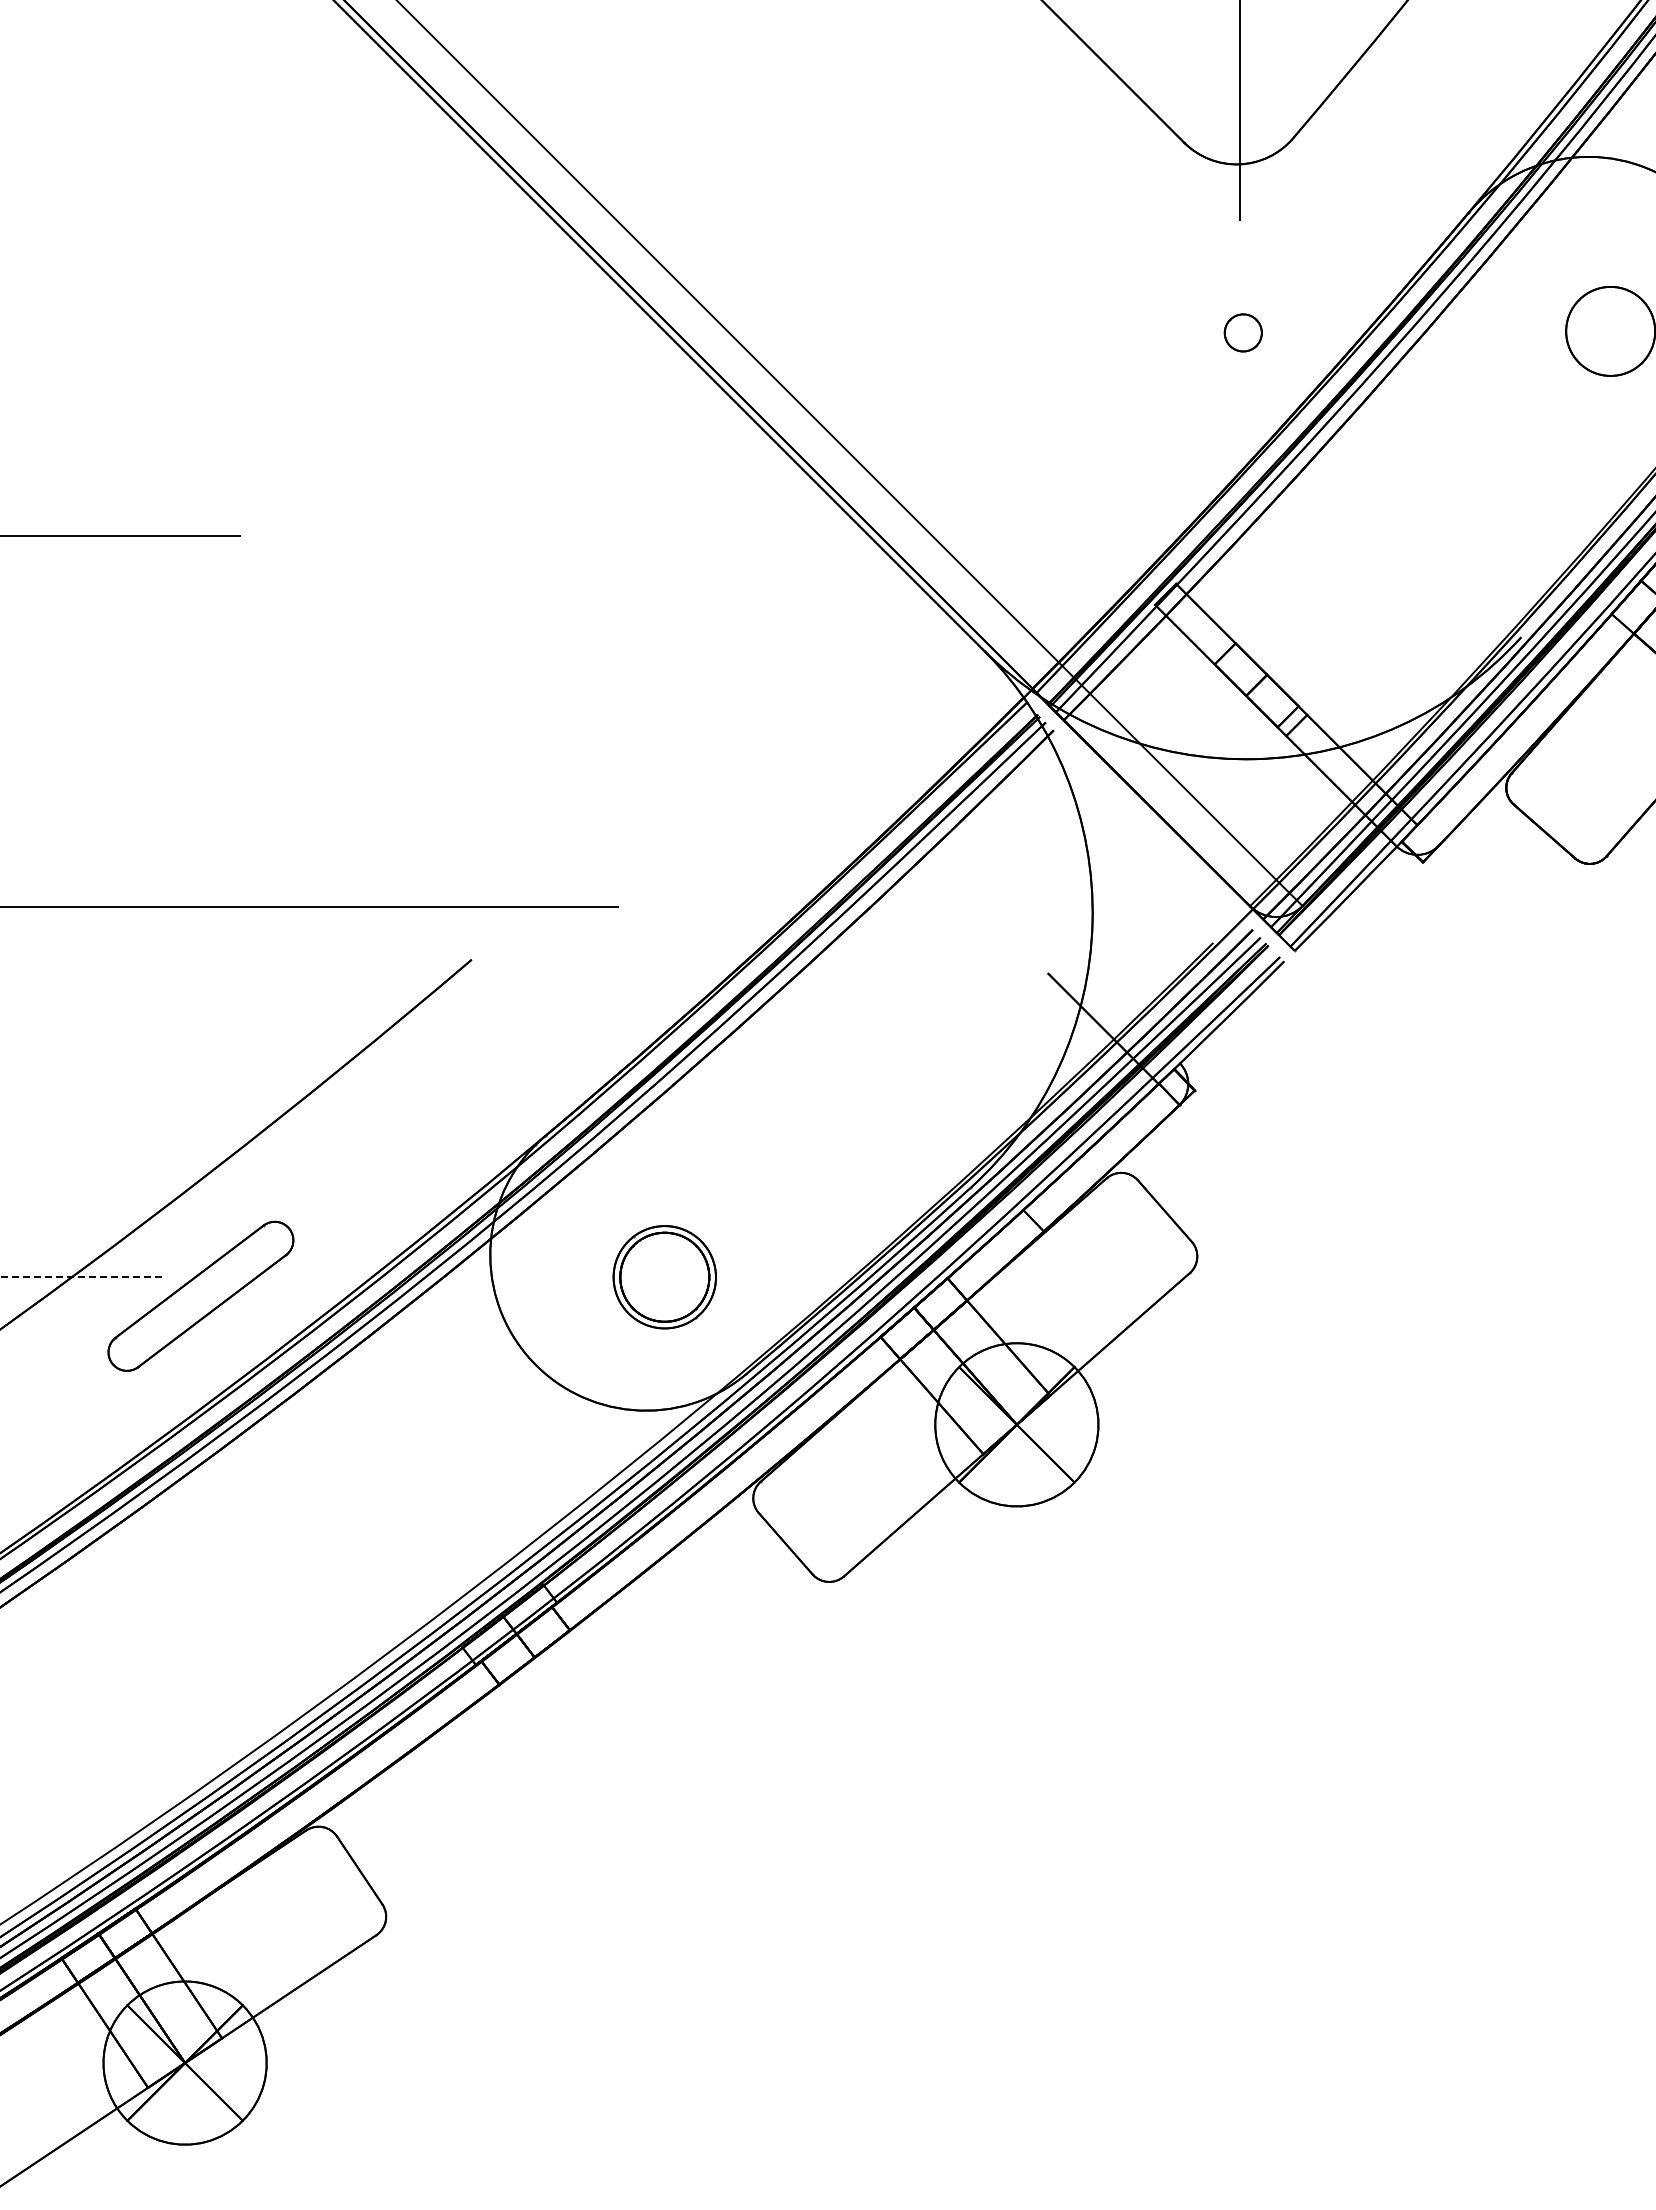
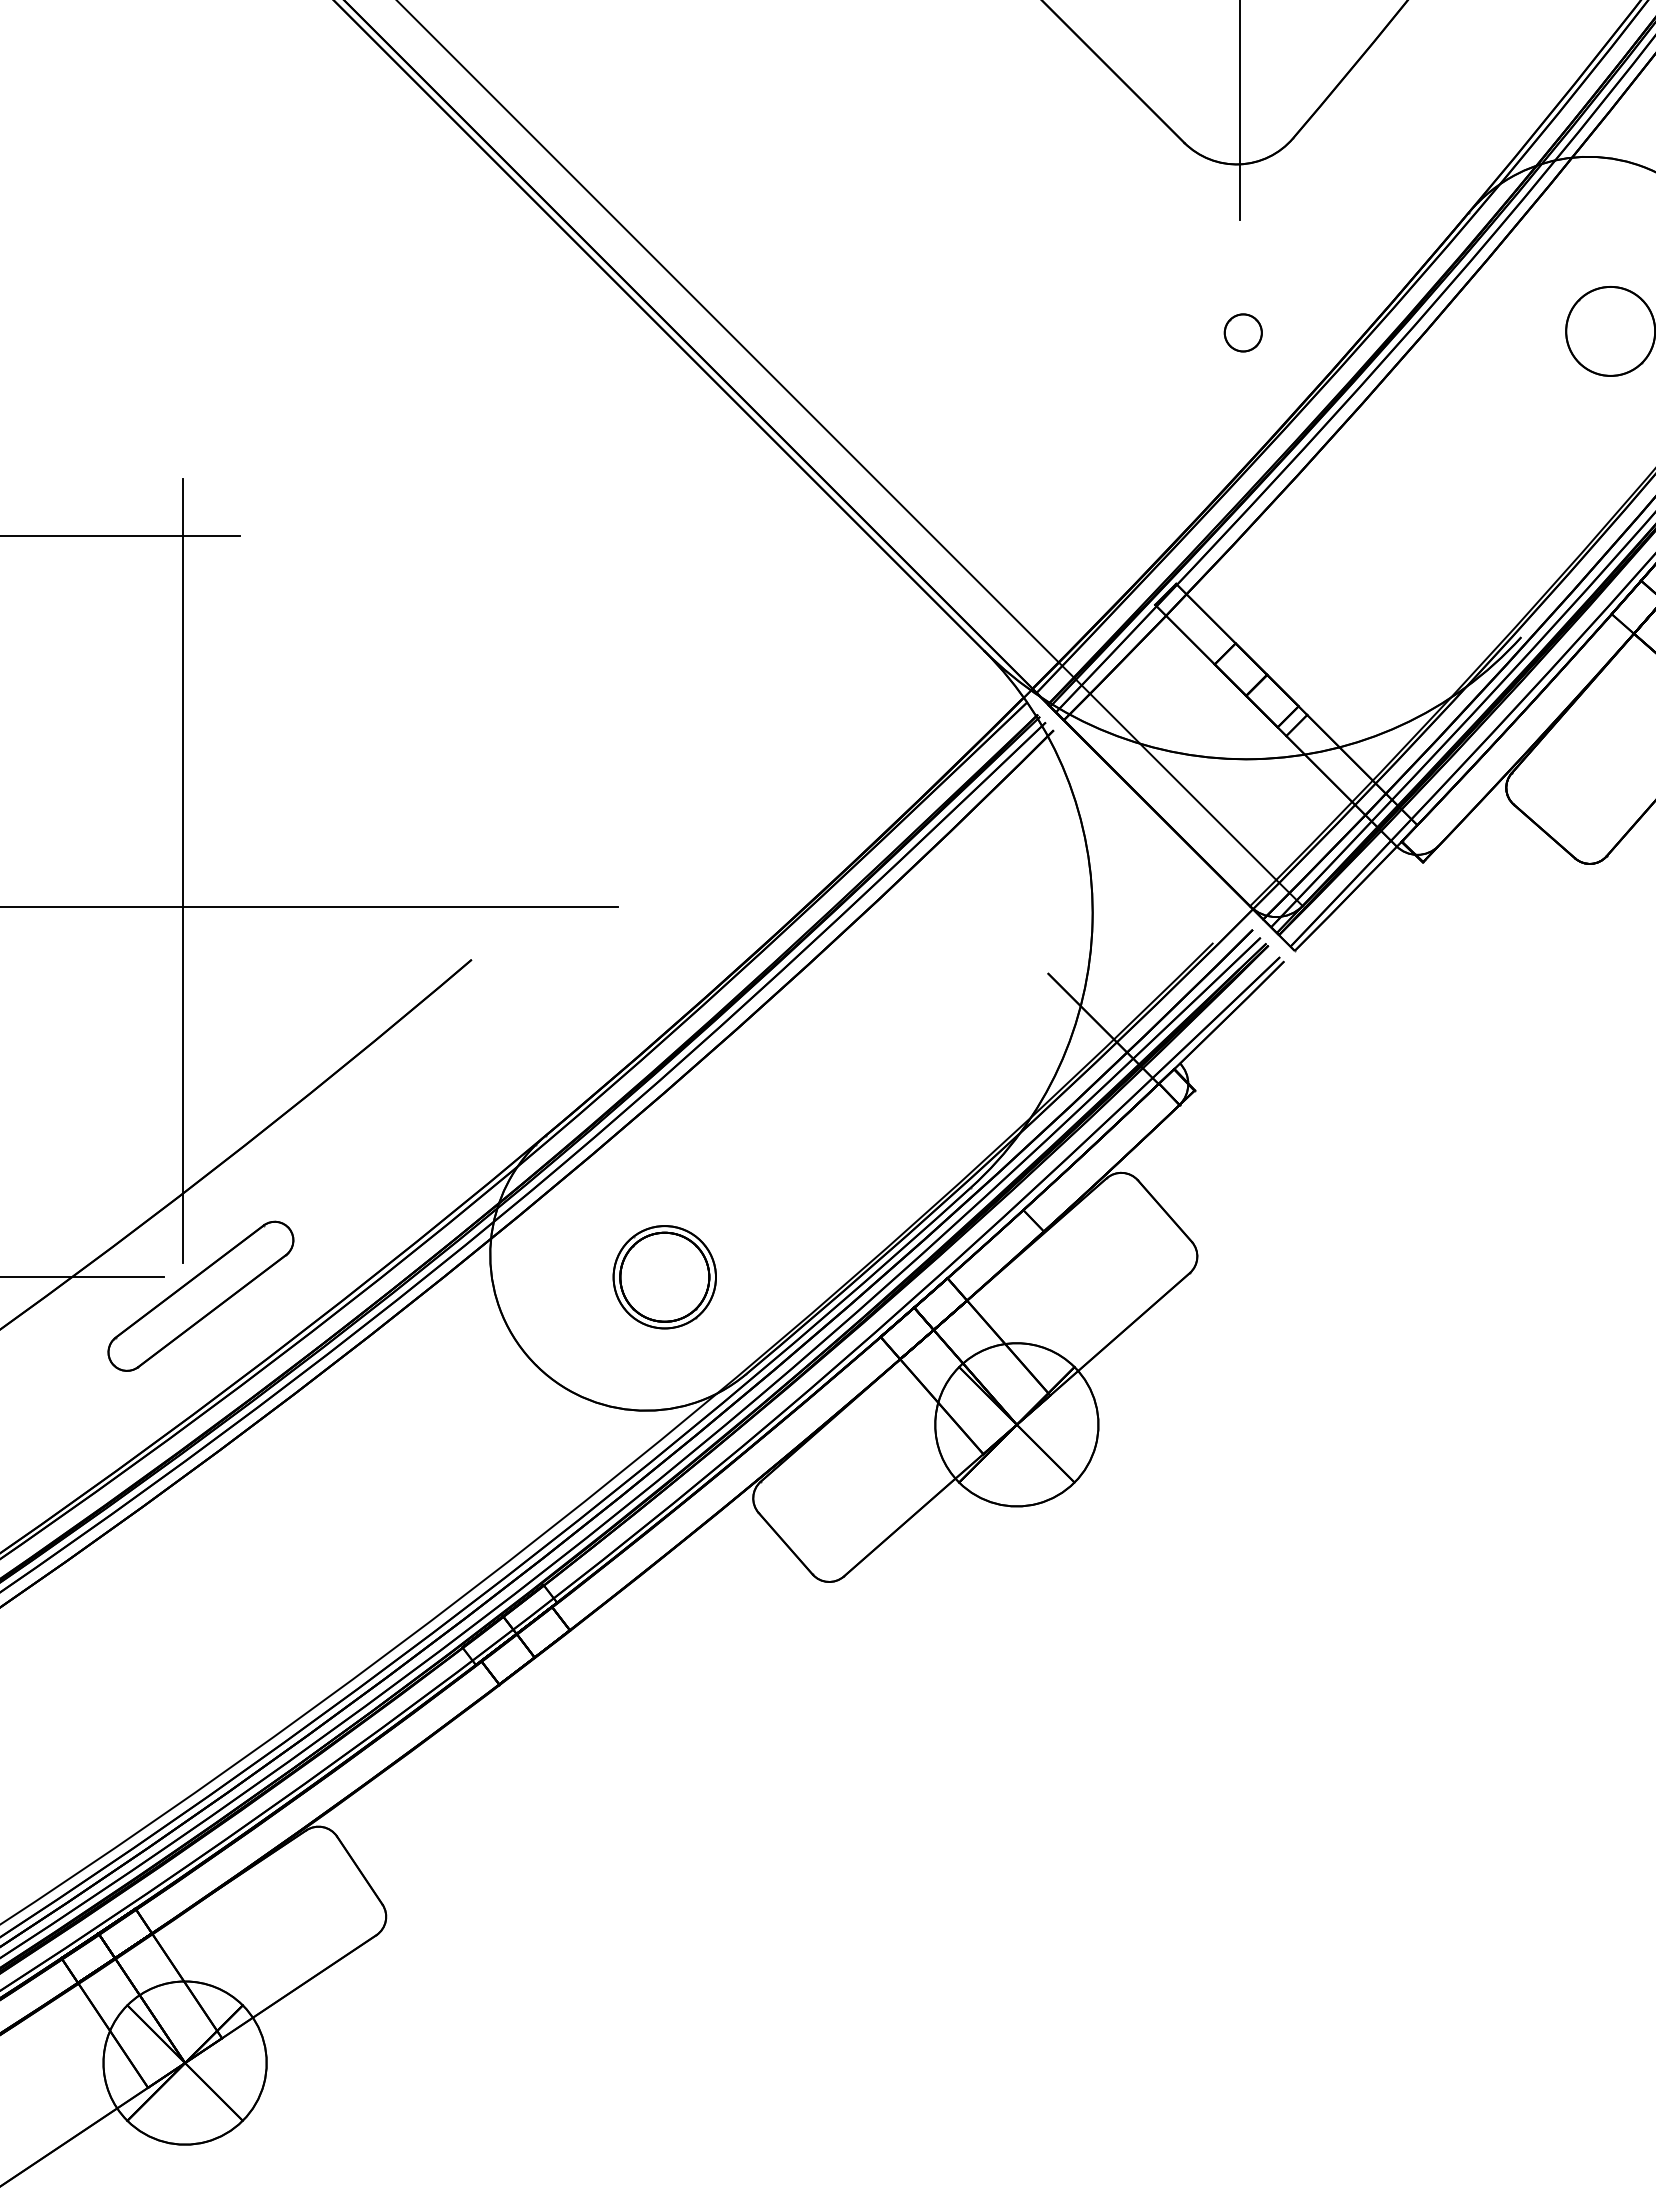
line at (182, 870): none -> present
line at (83, 1277): dashed -> solid
